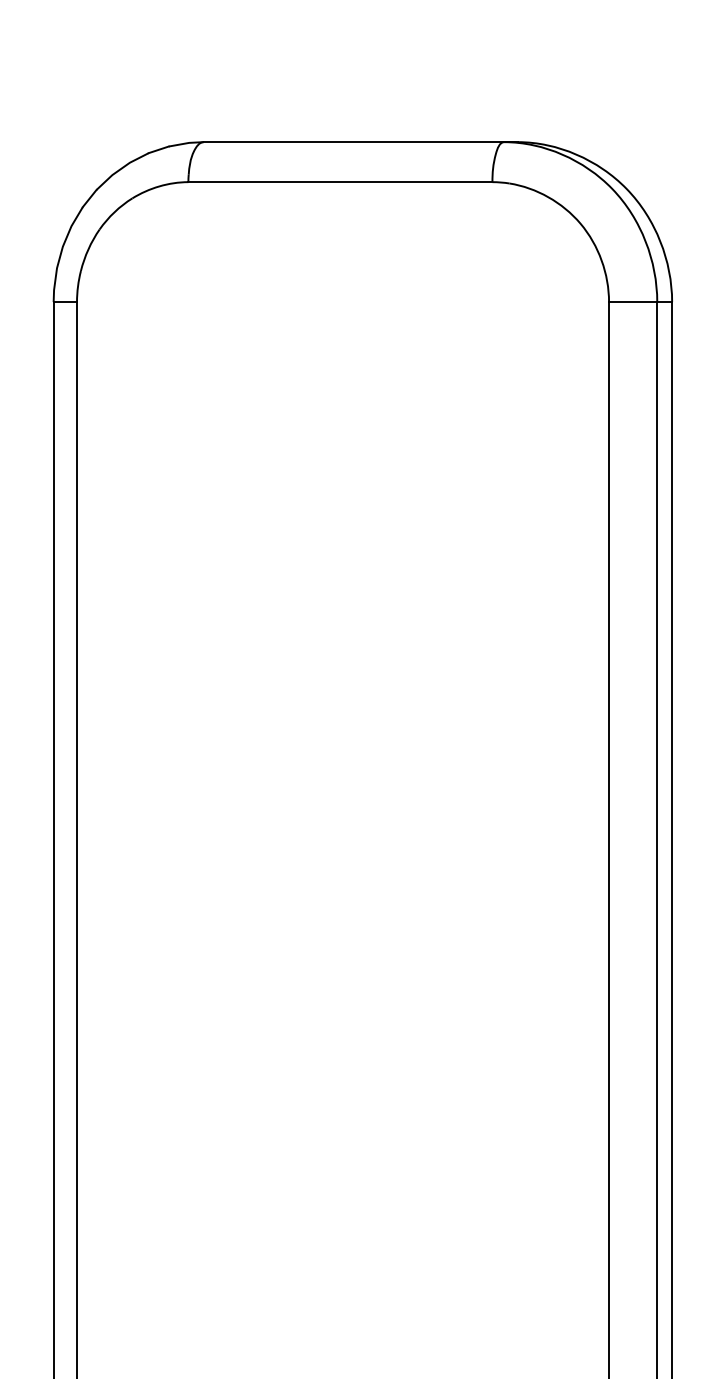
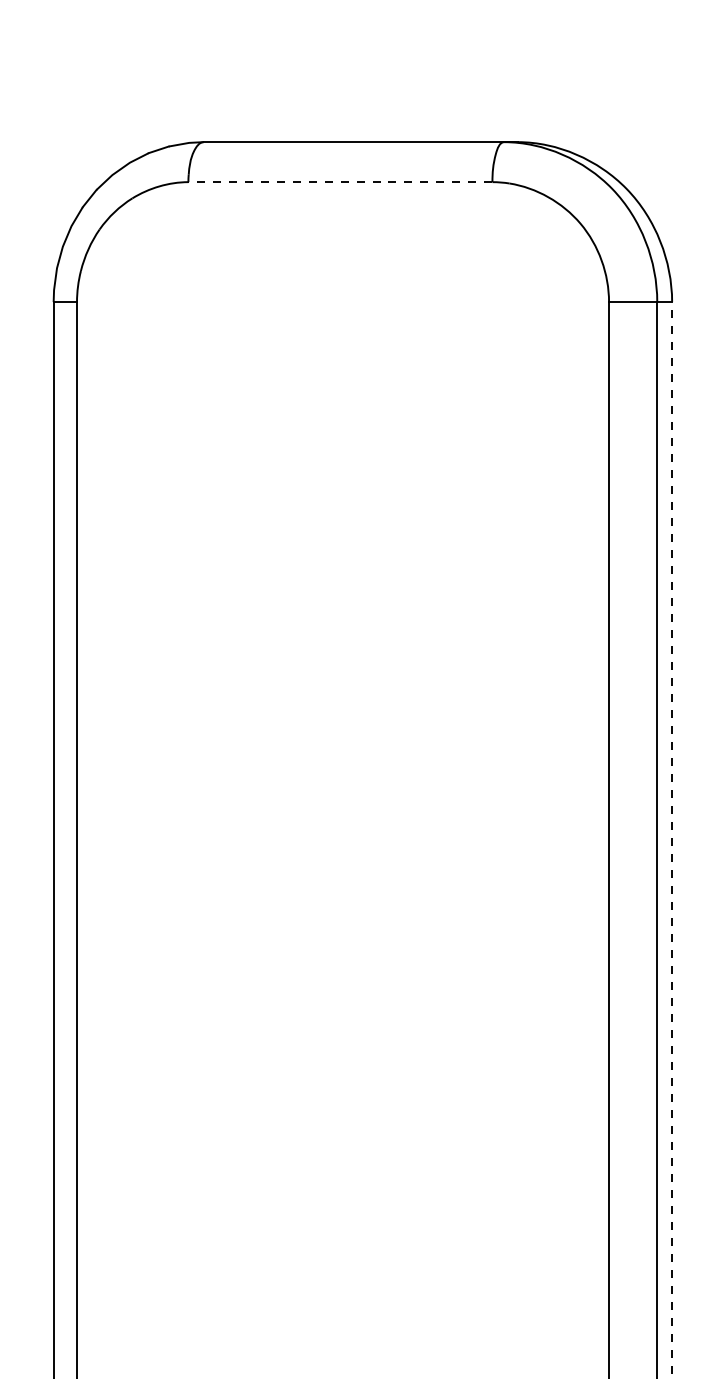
line at (339, 182): solid -> dashed
line at (672, 839): solid -> dashed
